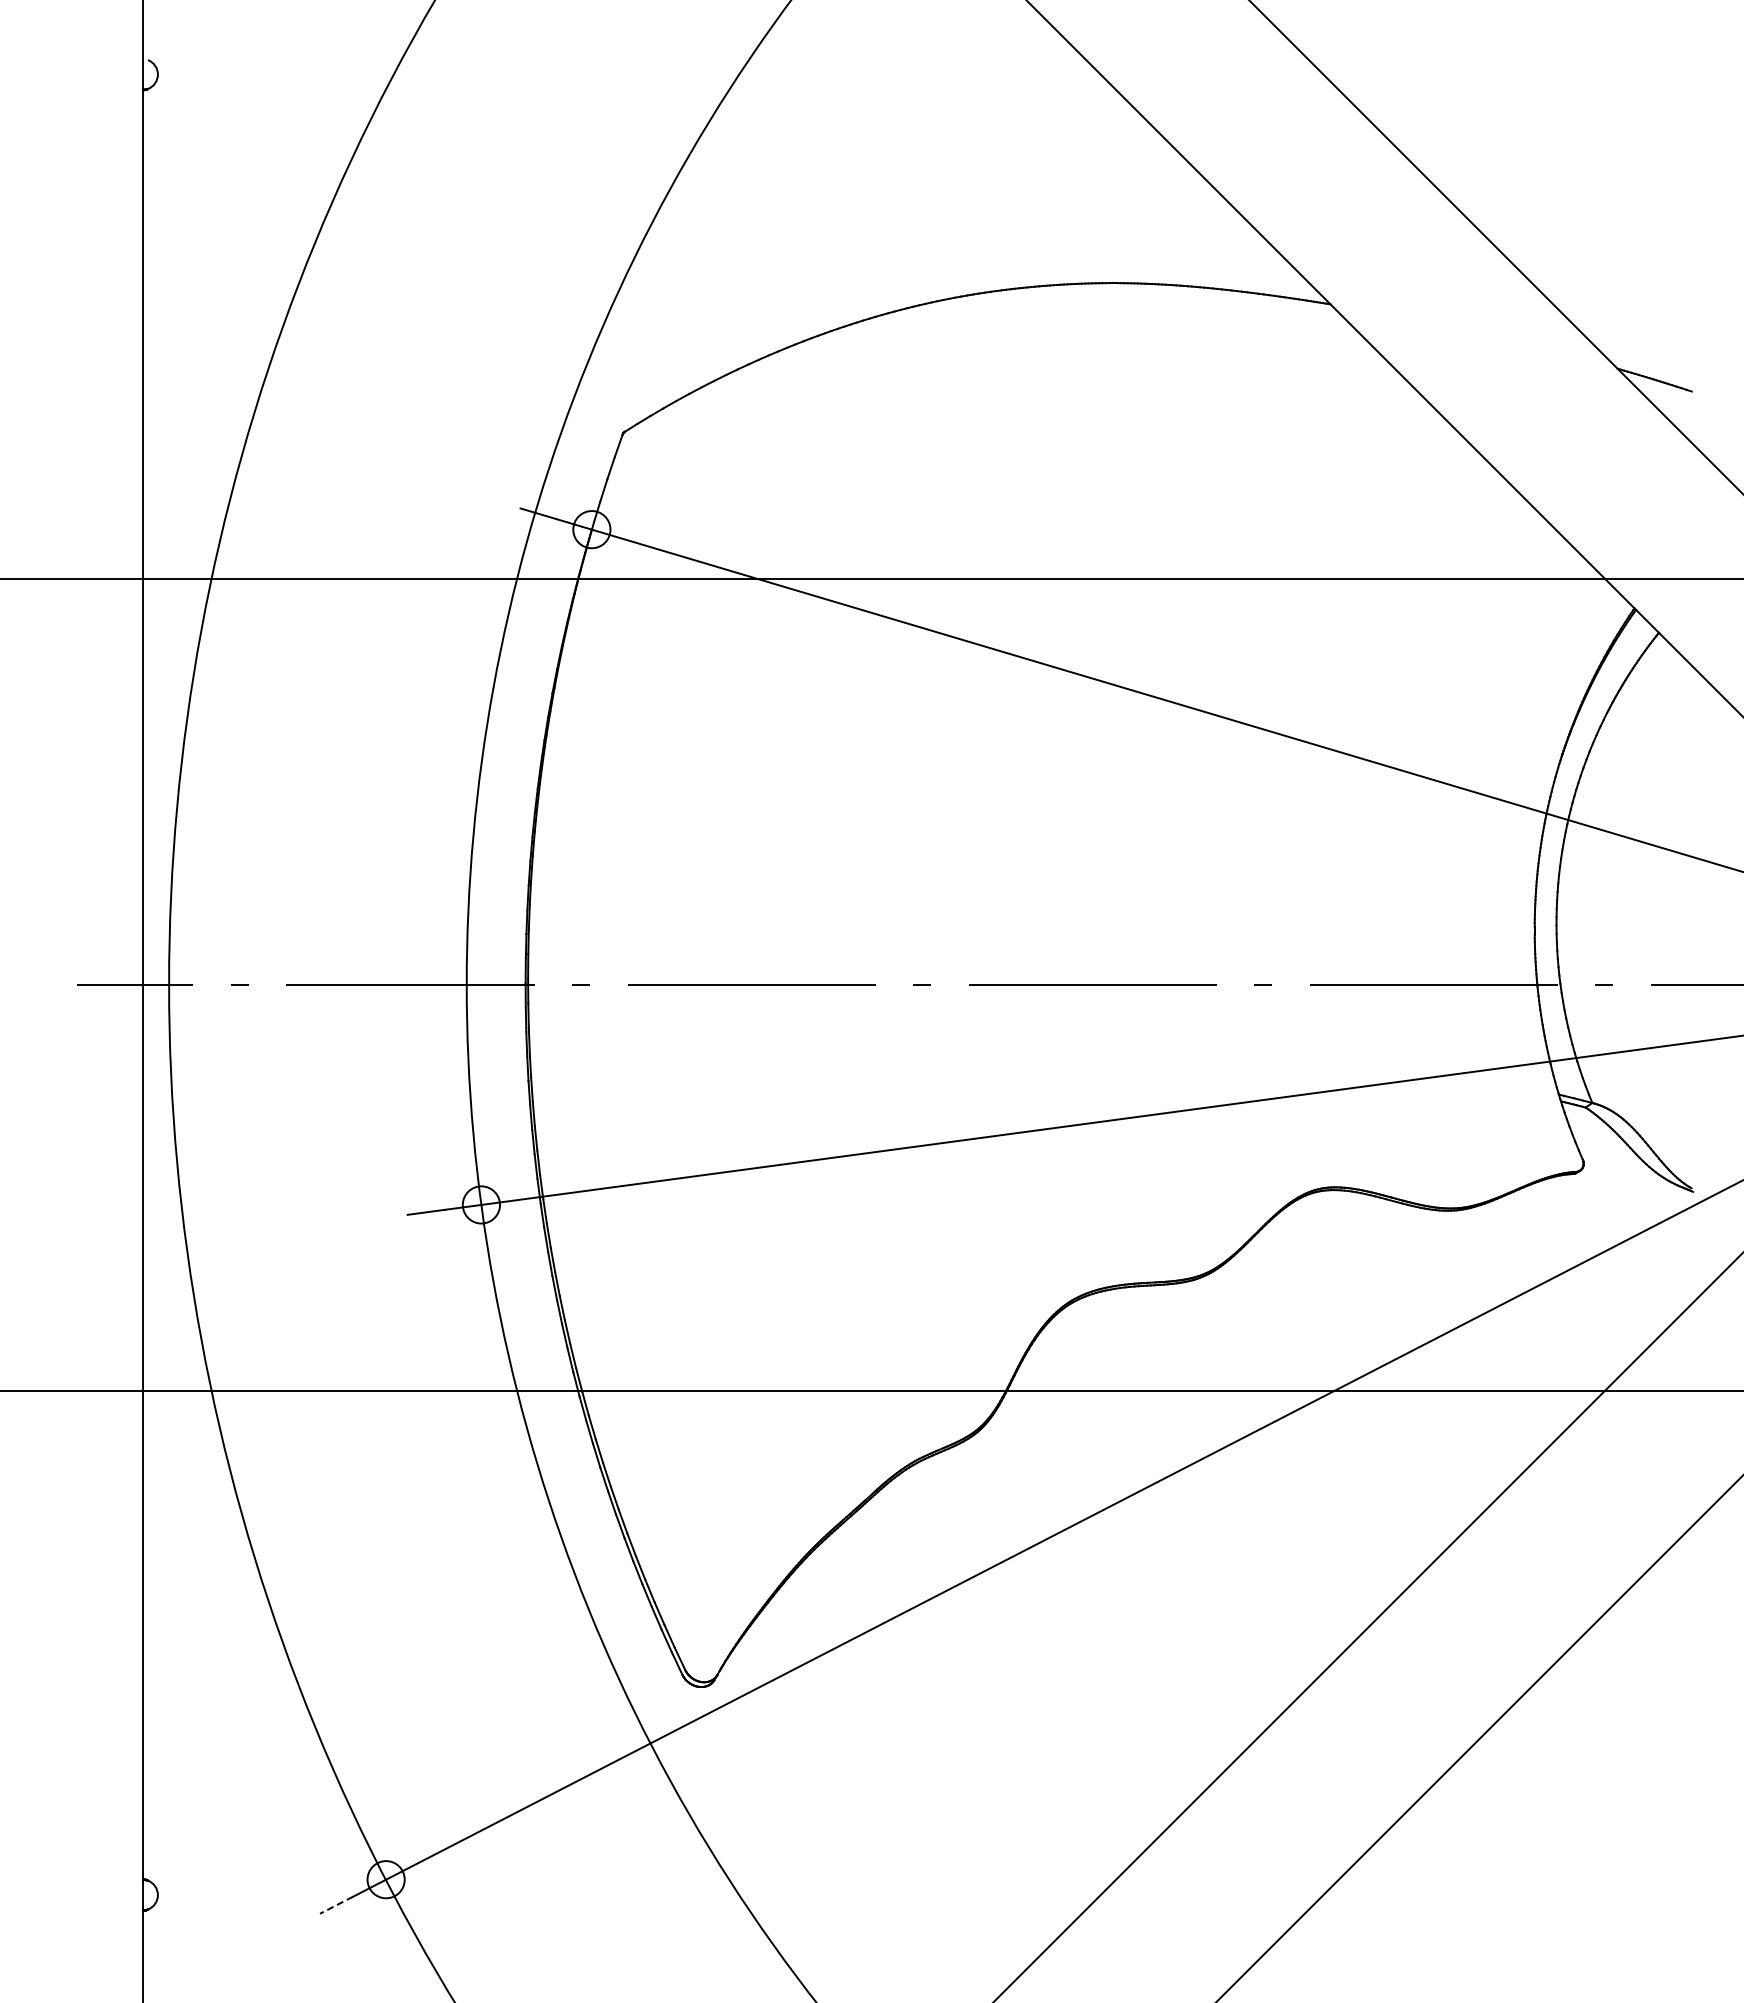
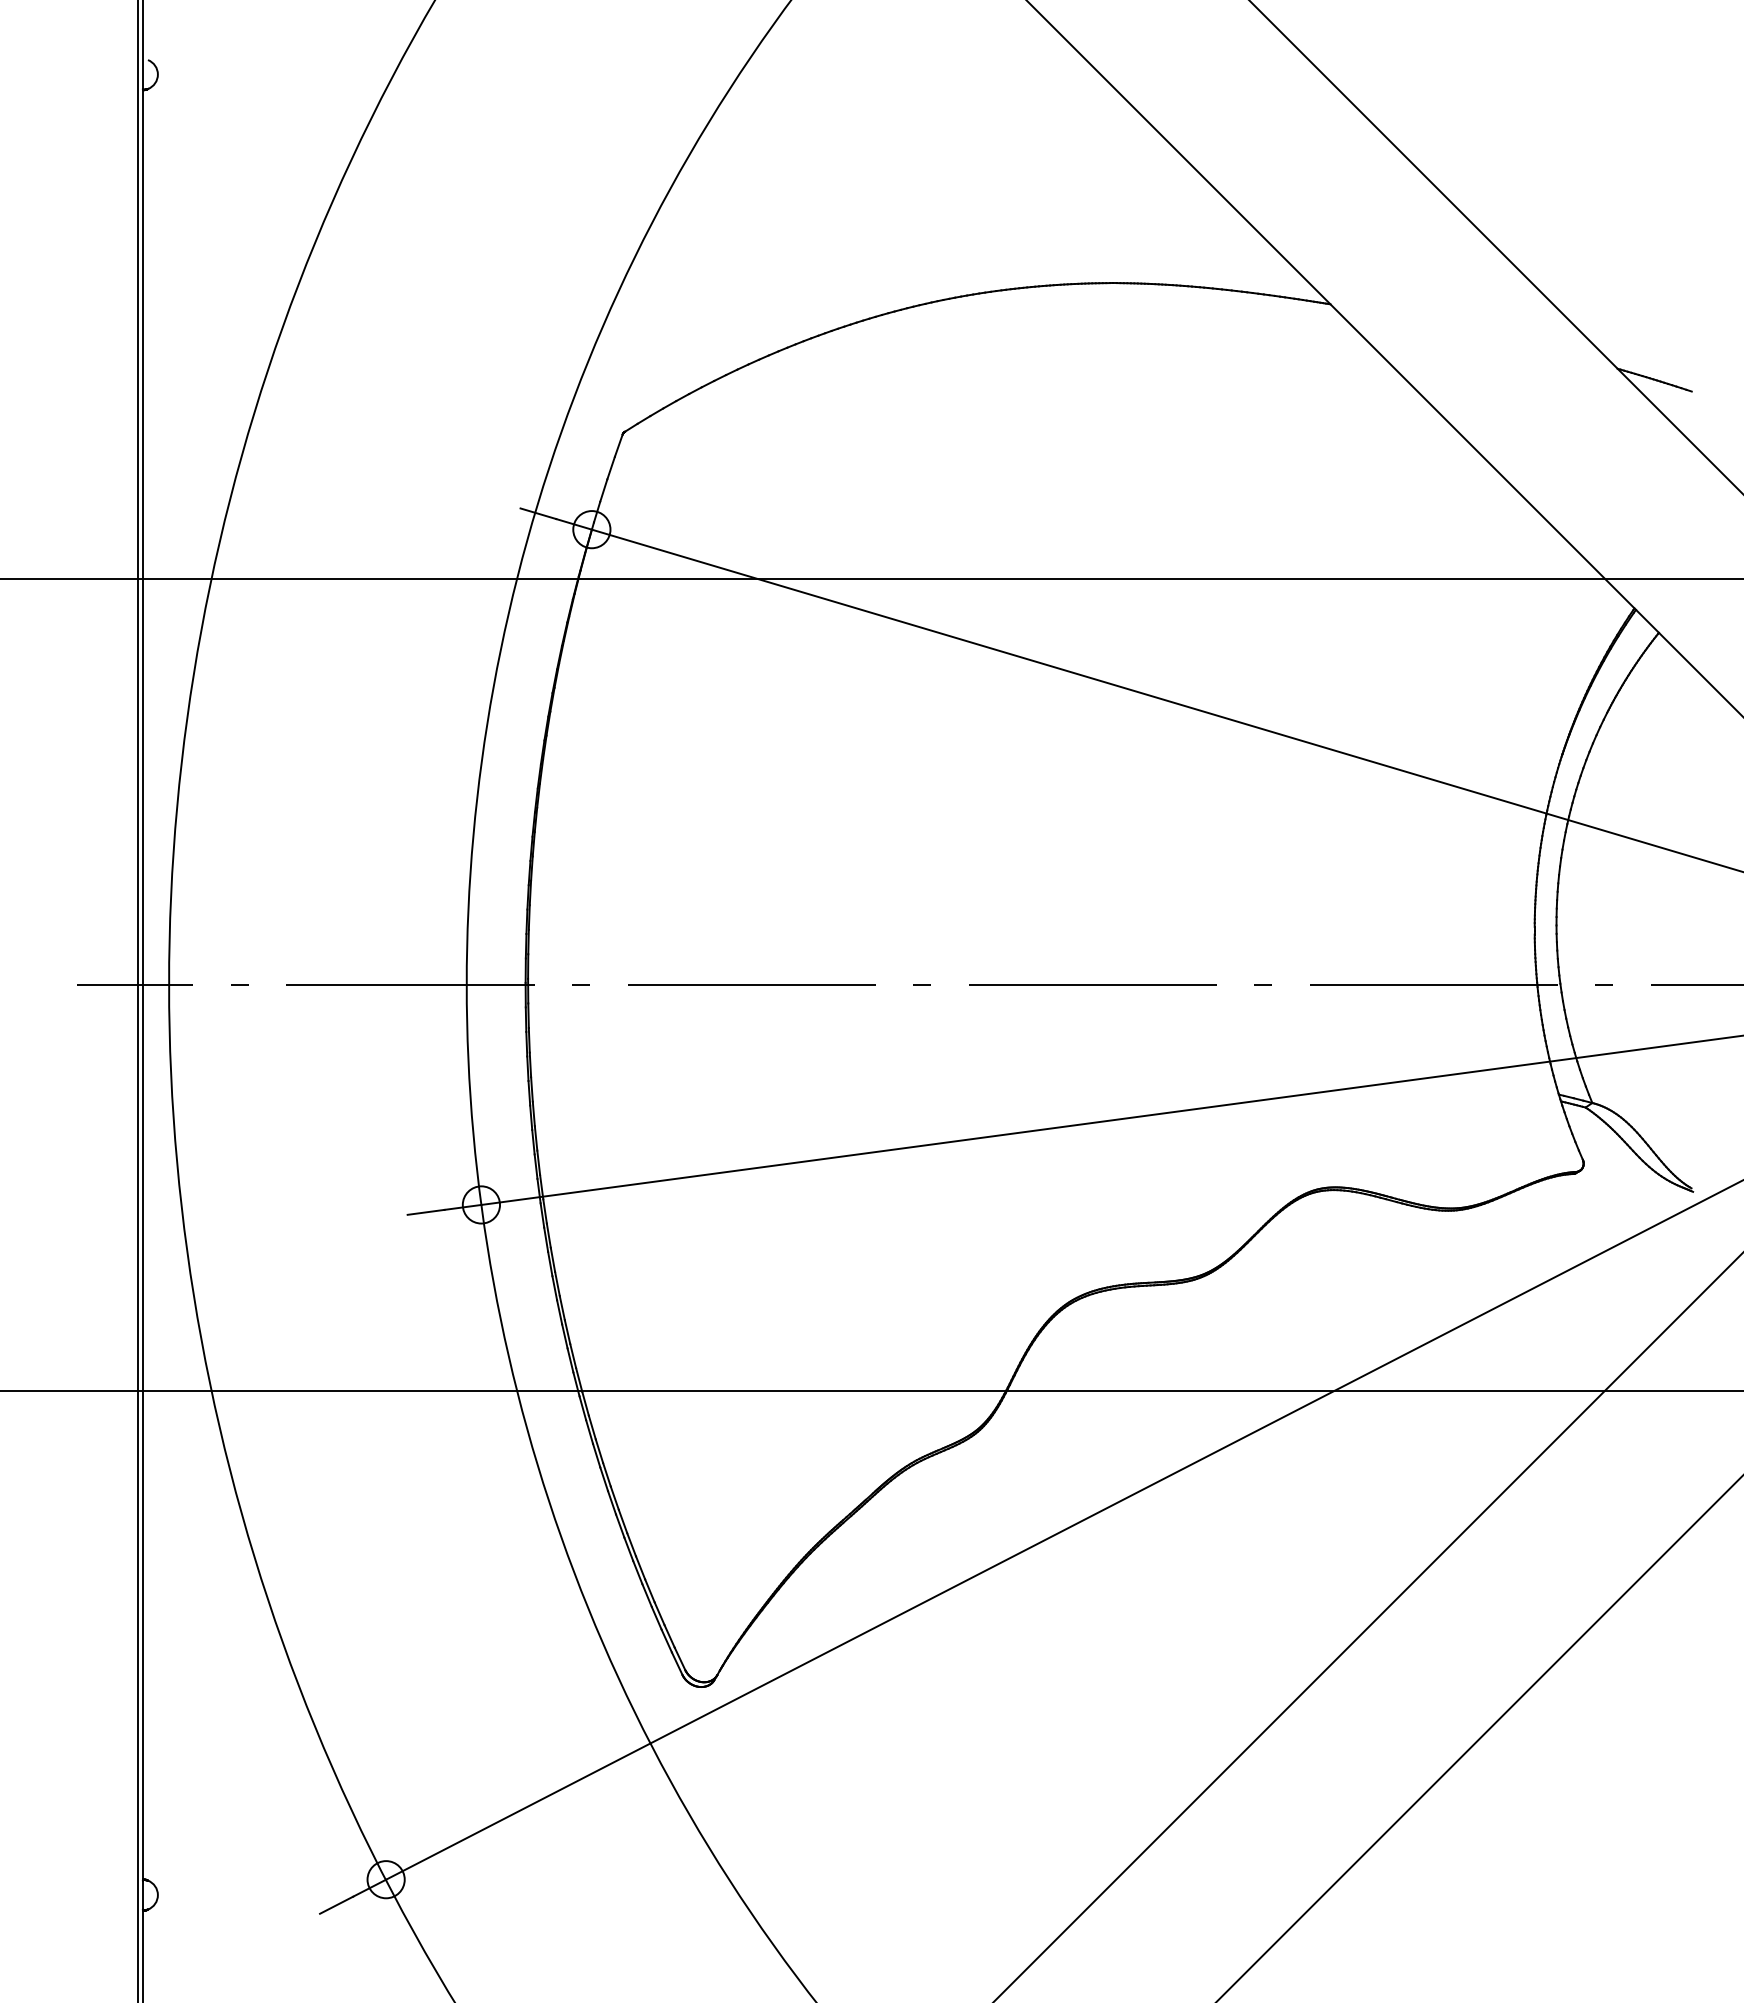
line at (138, 1000): none -> present
line at (336, 1905): dashed -> solid
